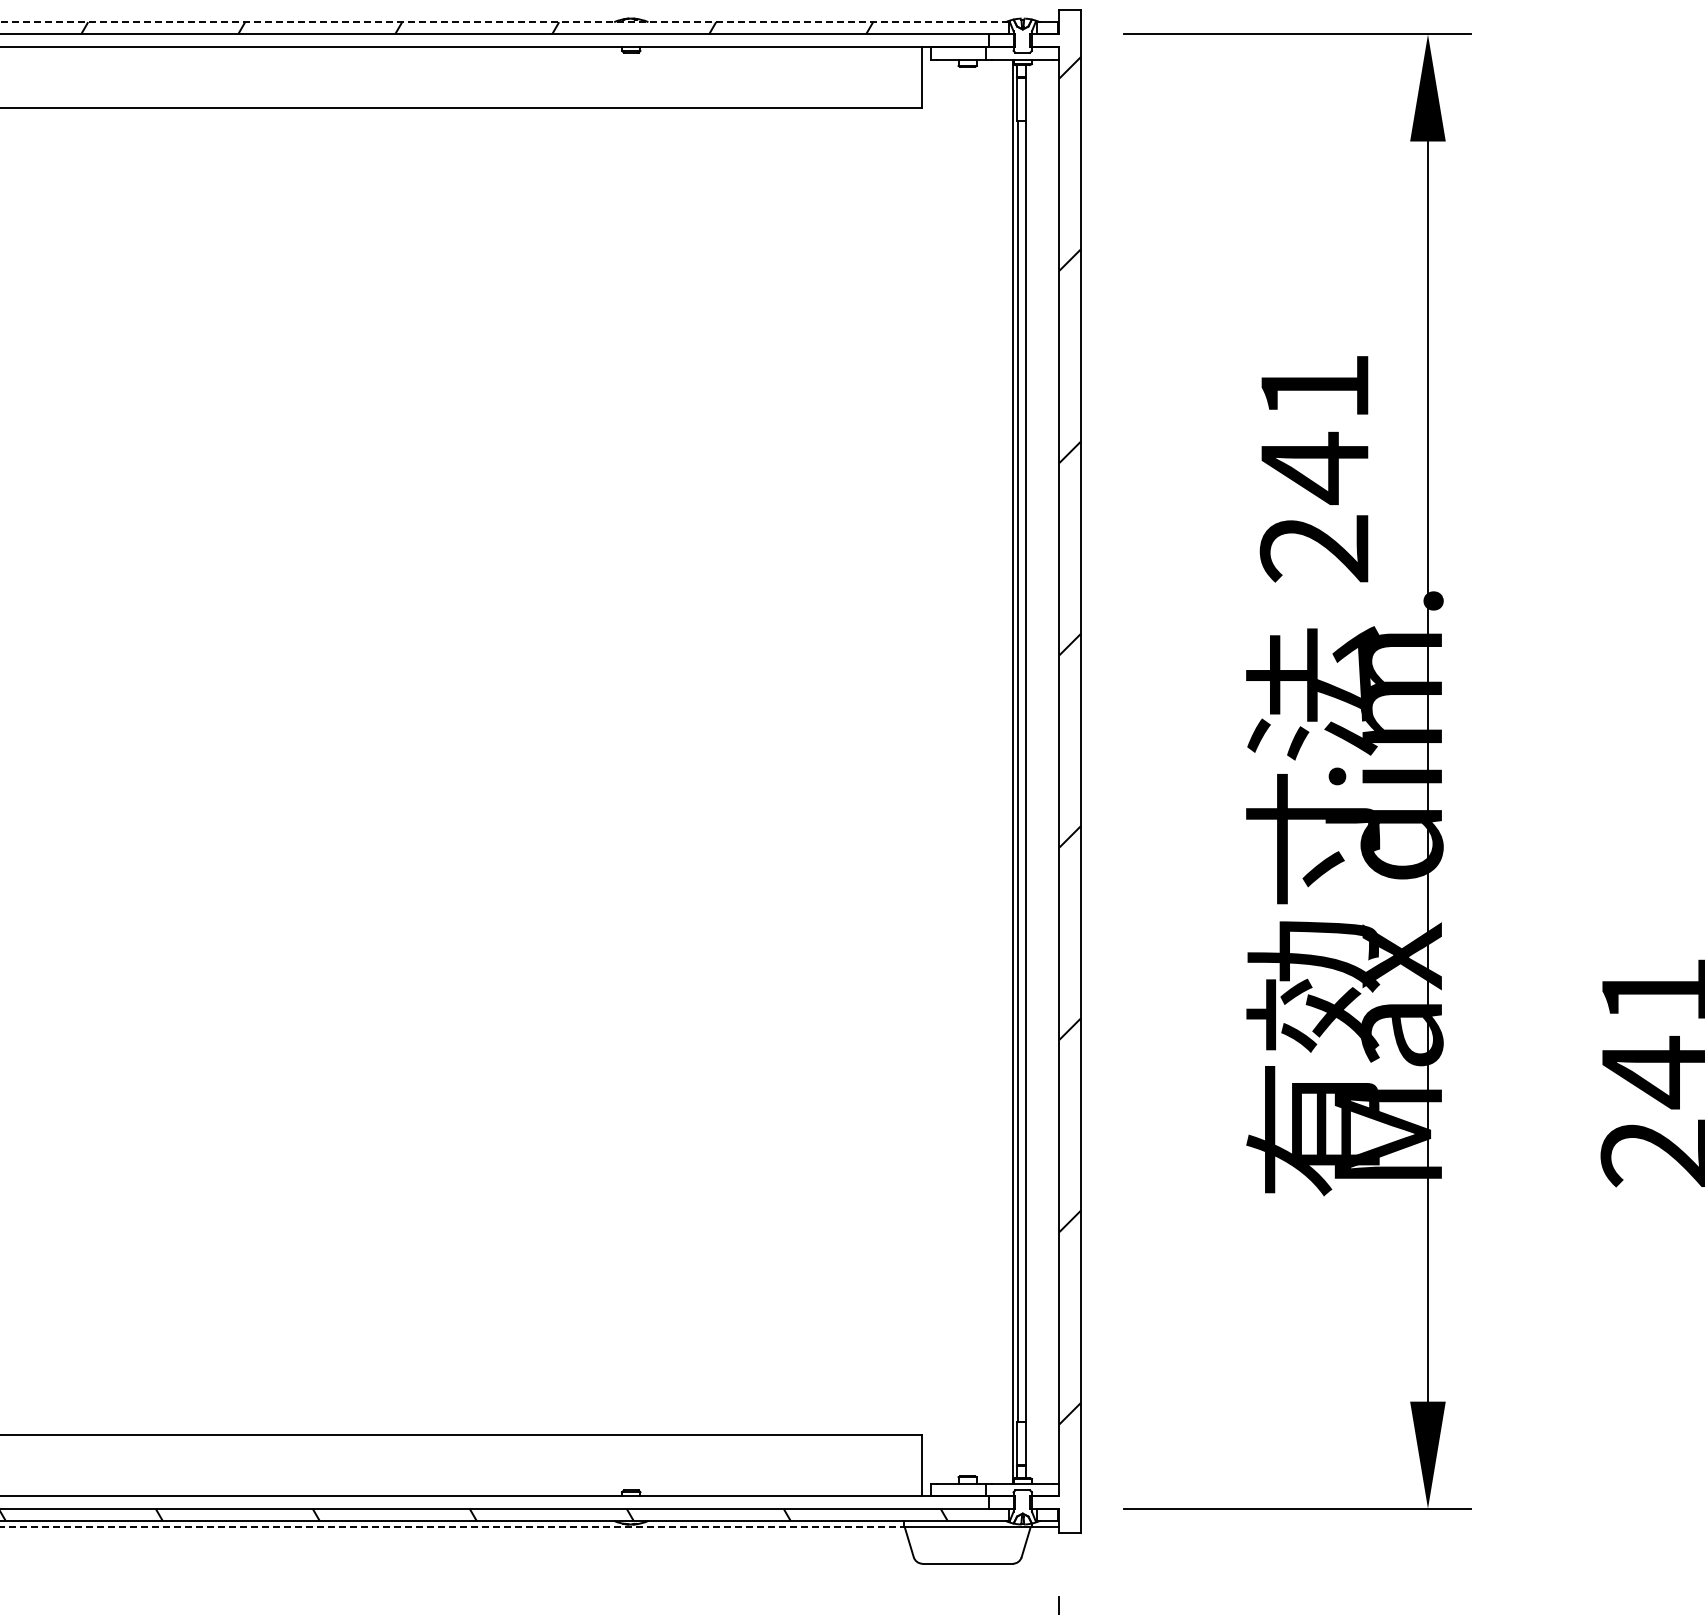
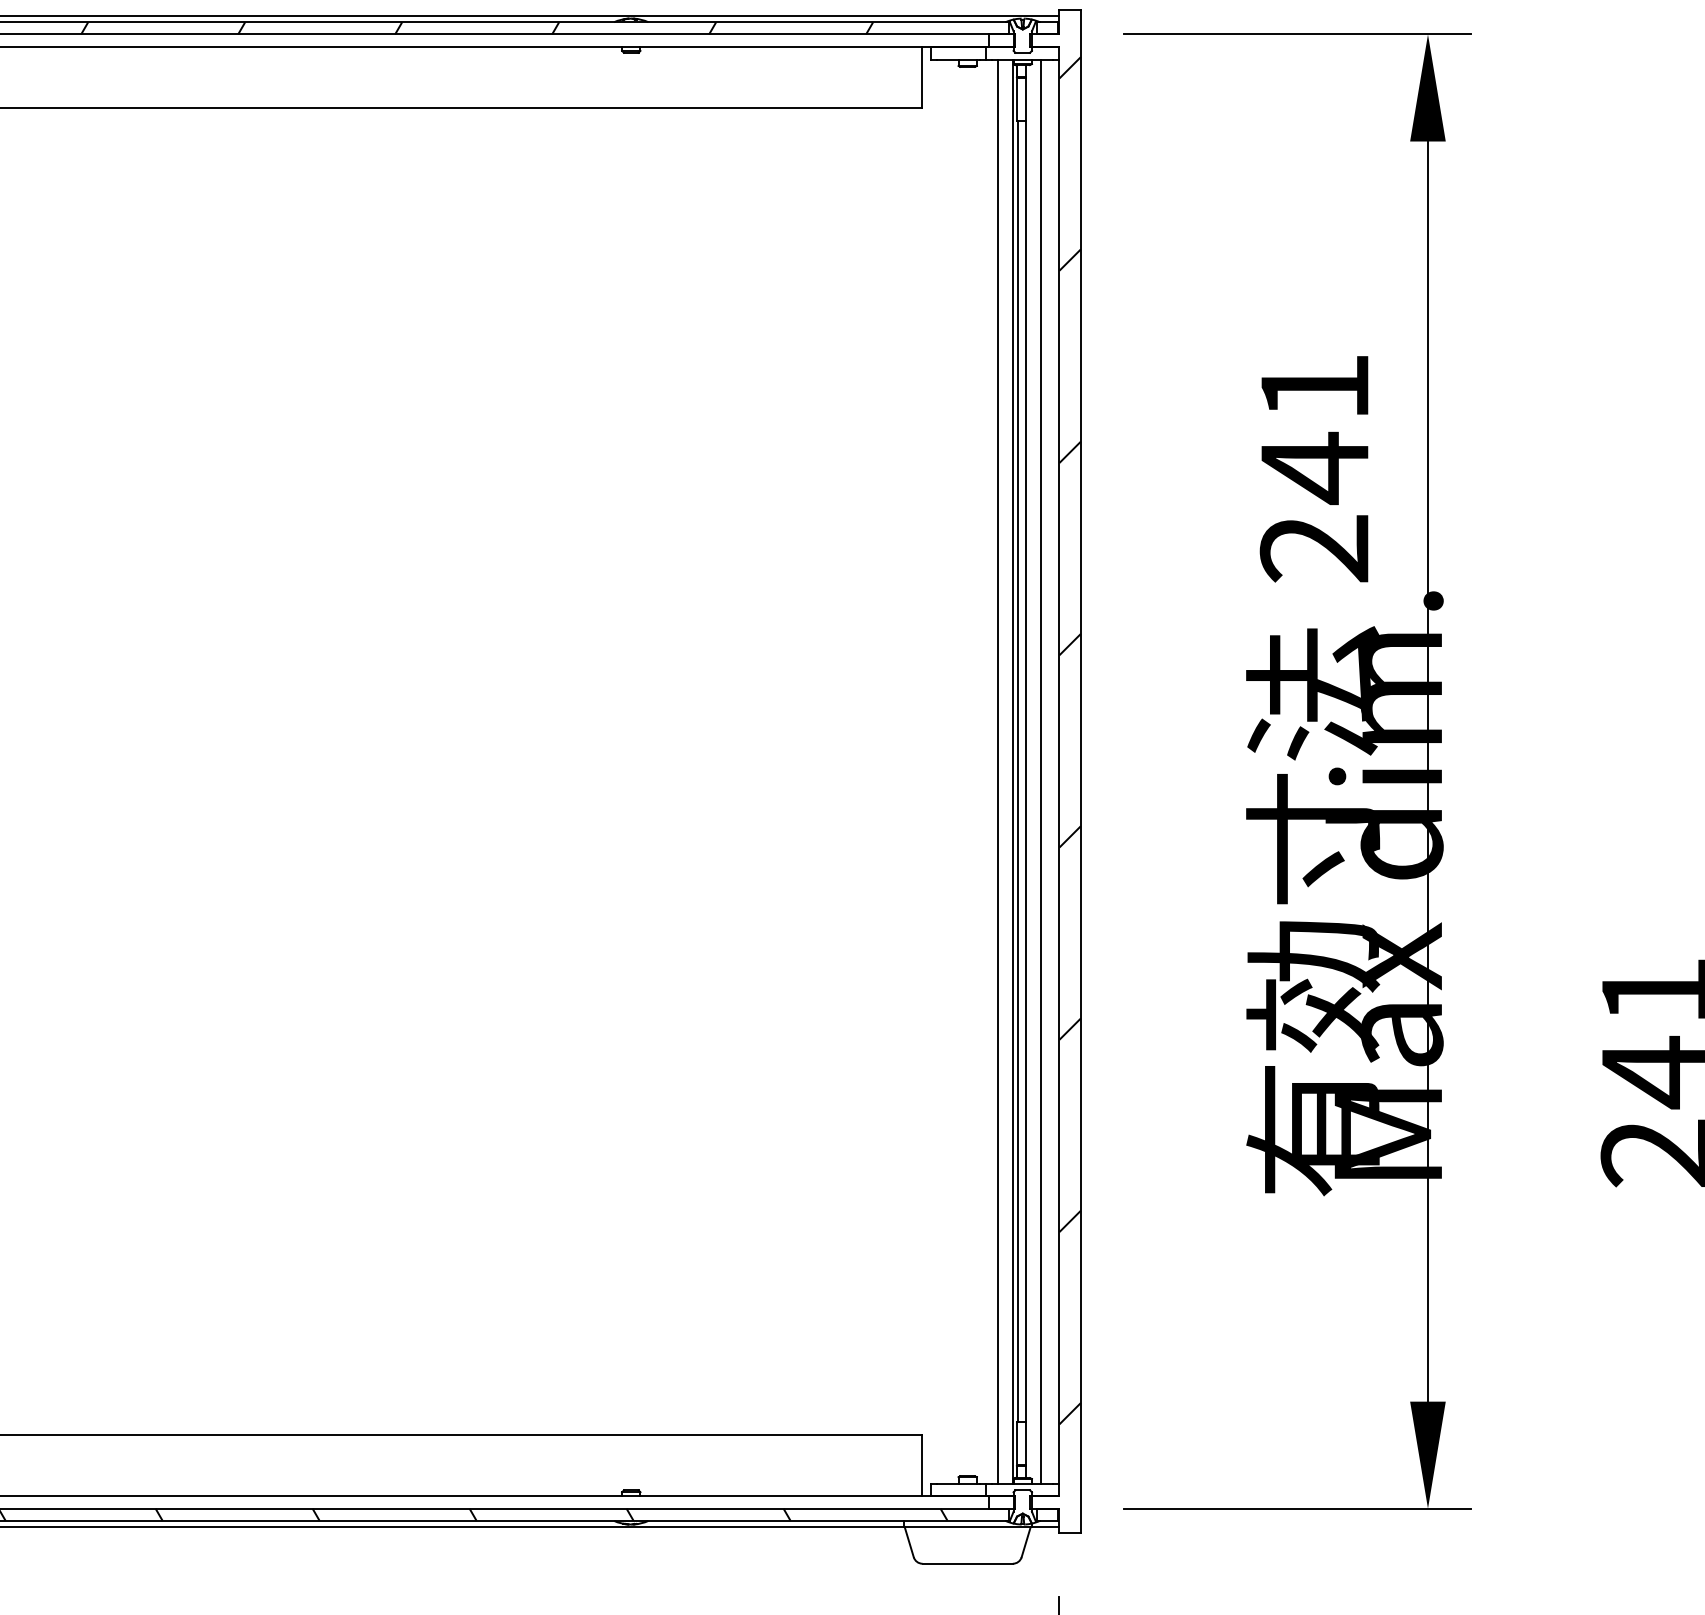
line at (530, 16): none -> present
line at (504, 22): dashed -> solid
line at (998, 771): none -> present
line at (1041, 771): none -> present
line at (452, 1527): dashed -> solid
